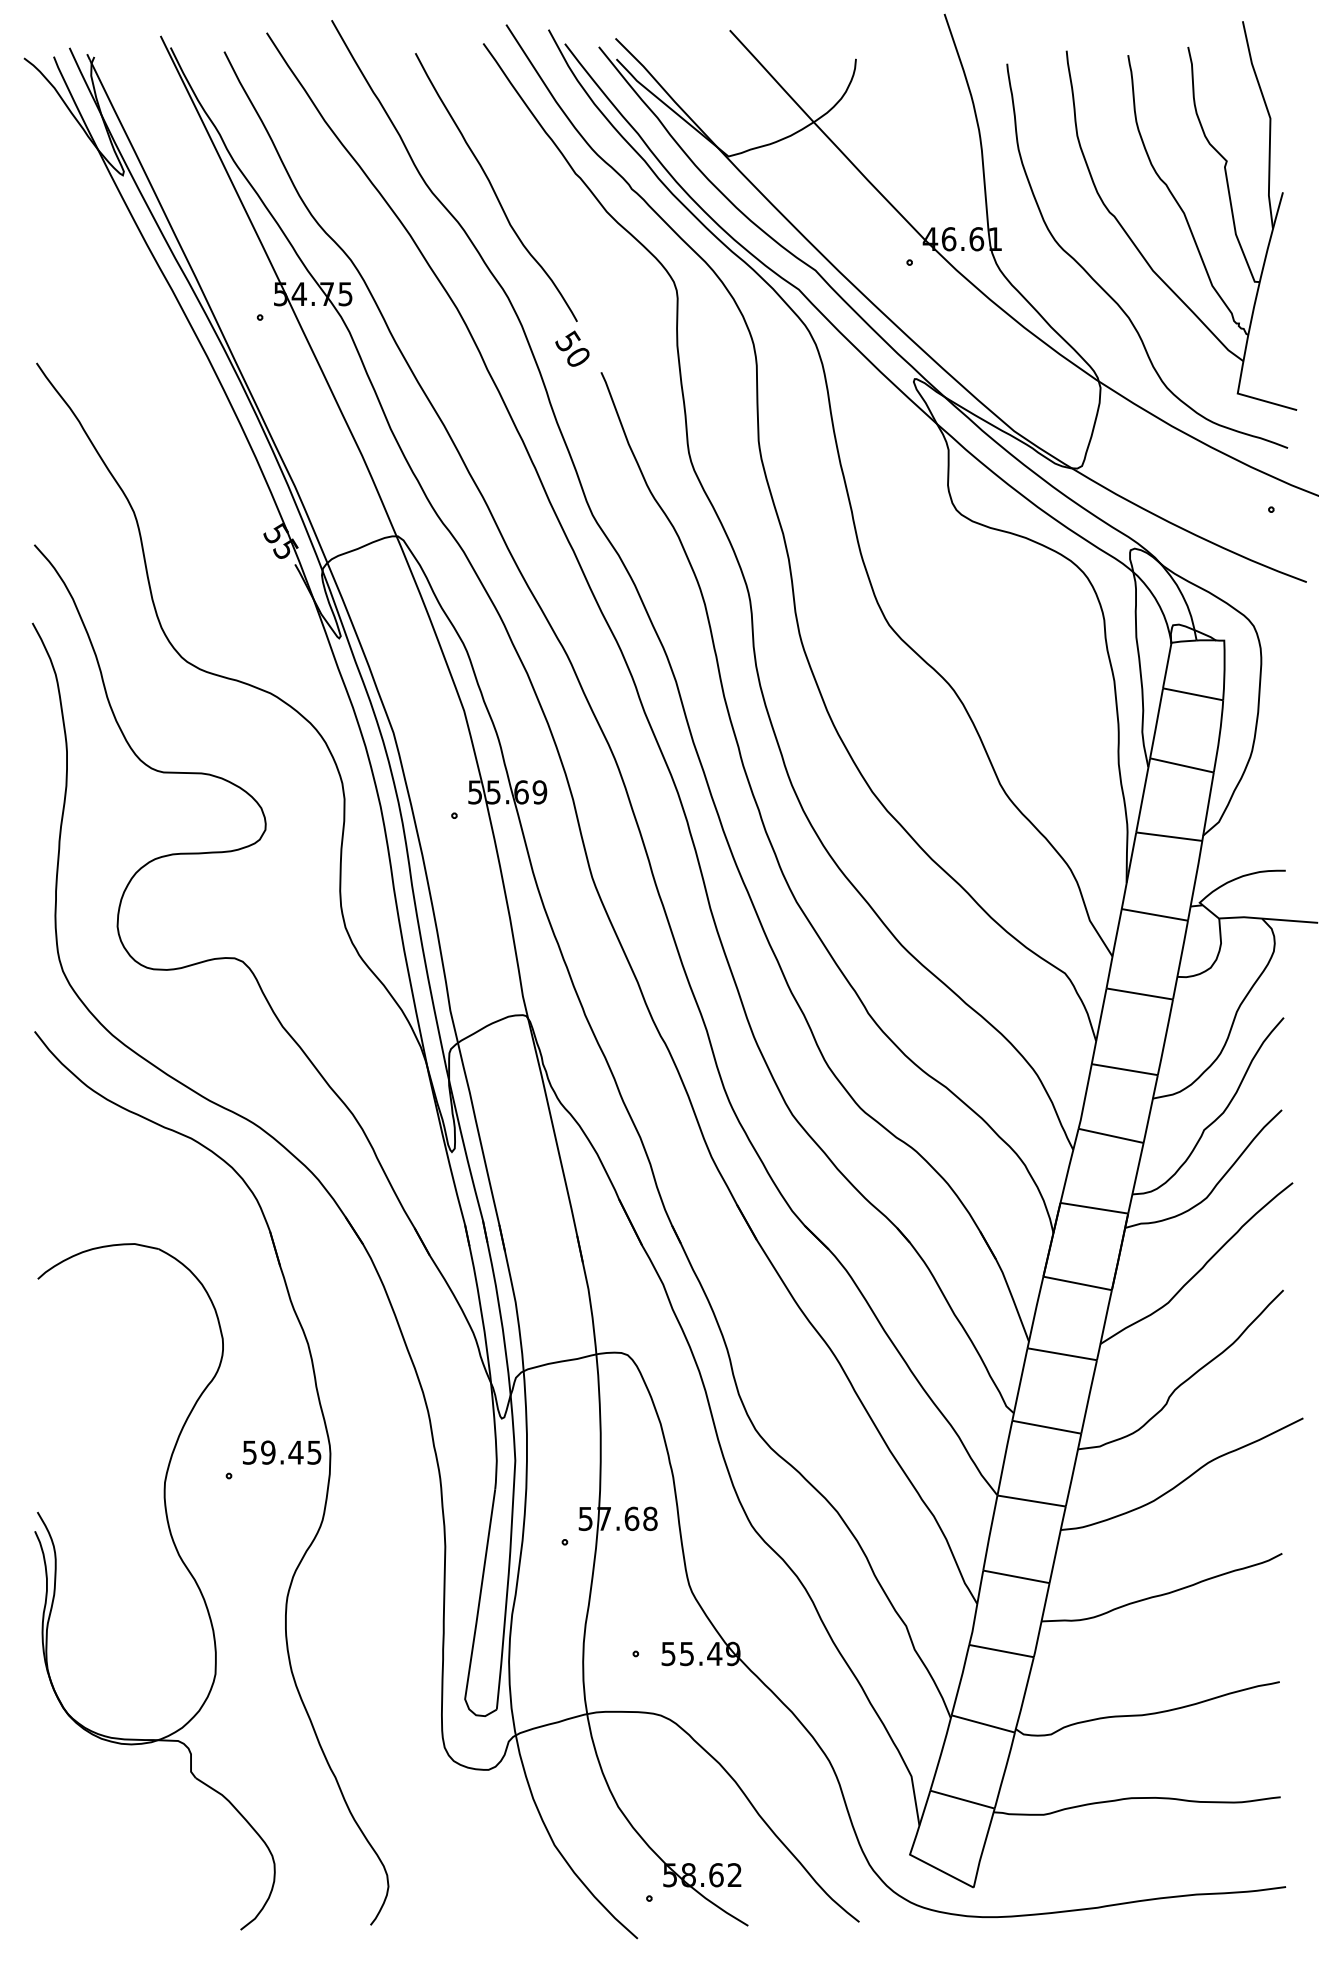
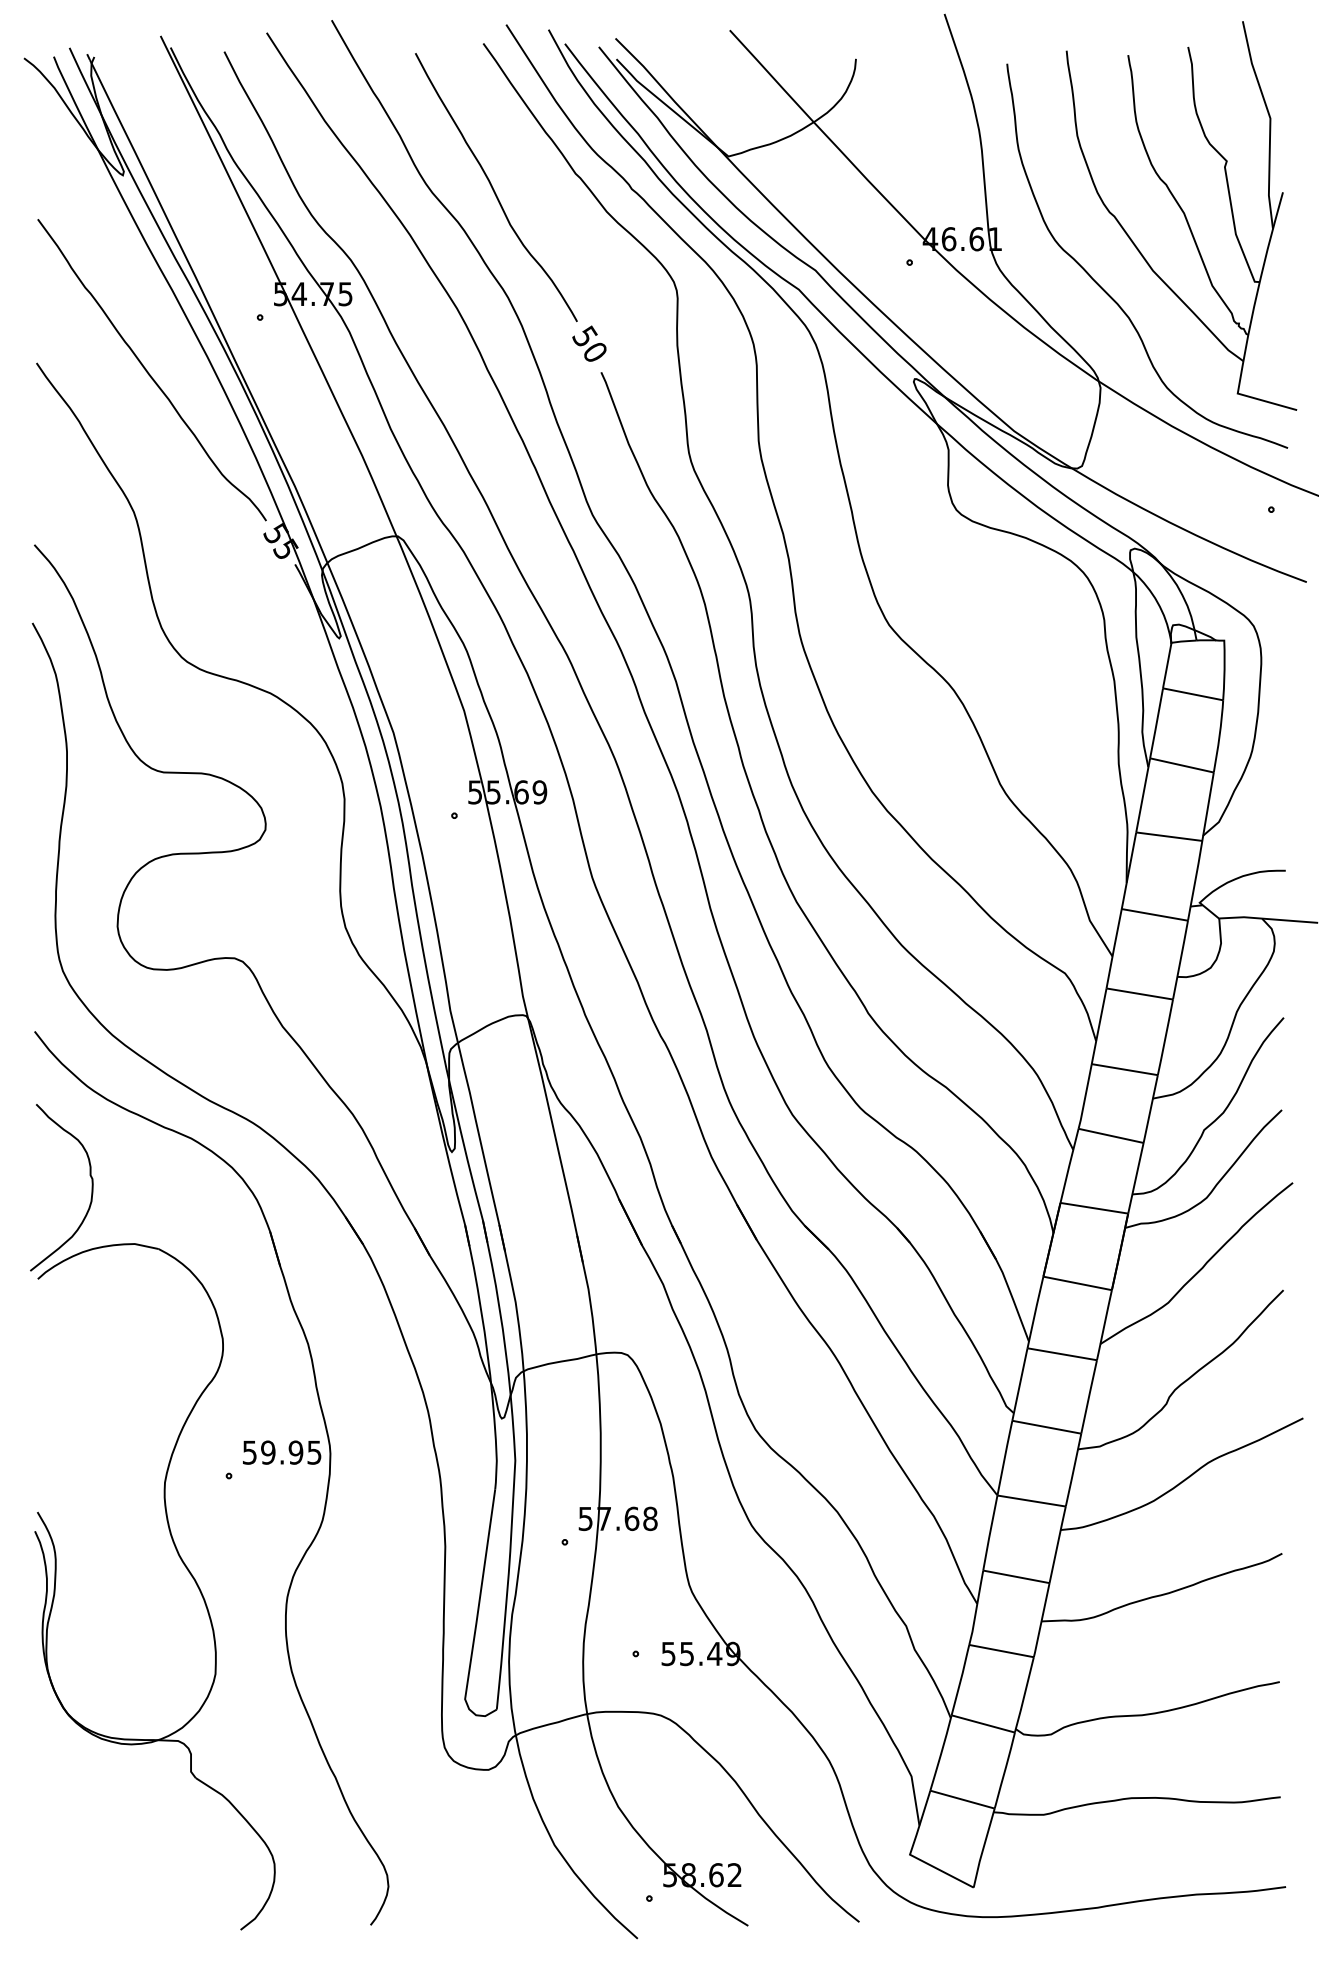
text at (572, 348) position: (572, 348) -> (589, 343)
curve at (148, 371): none -> present
curve at (91, 1187): none -> present
text at (295, 1452): 59.45 -> 59.95
